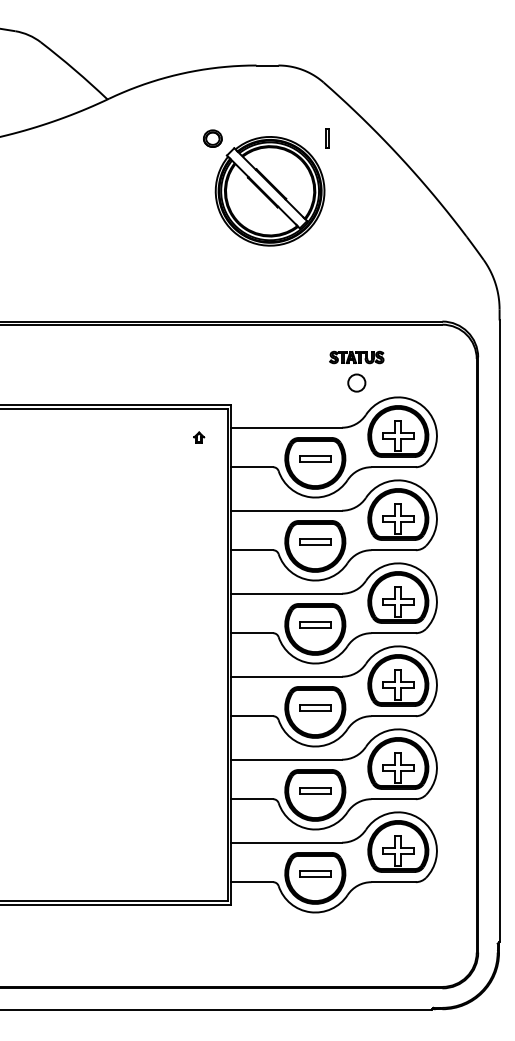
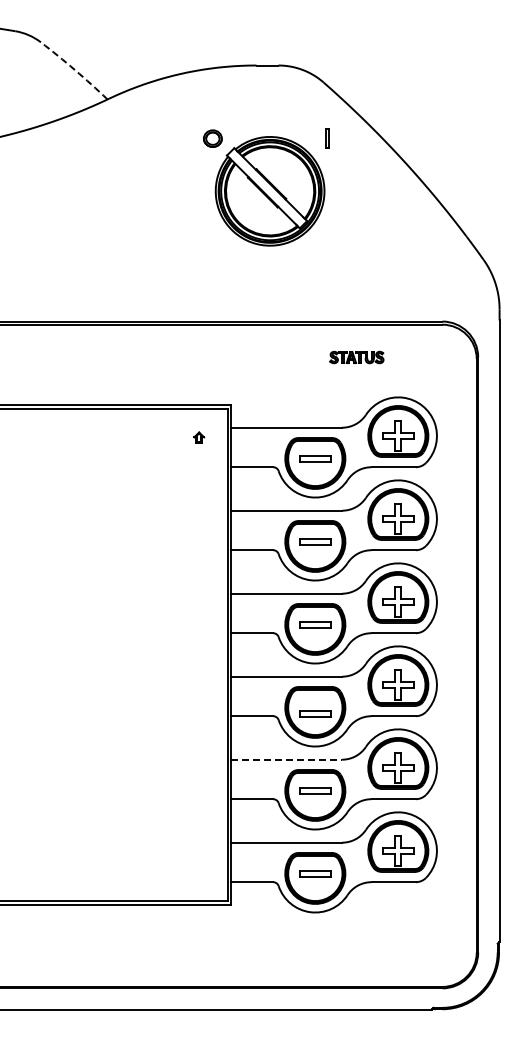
arc at (74, 70): solid -> dashed
circle at (356, 382): present -> none
part at (315, 707) position: (315, 707) -> (315, 713)
line at (287, 759): solid -> dashed
